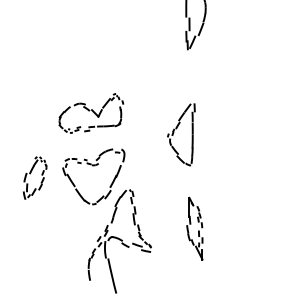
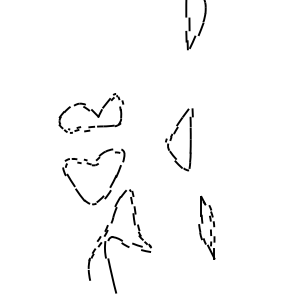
part at (176, 129) position: (176, 129) -> (174, 134)
part at (35, 177): present -> none
part at (194, 228) position: (194, 228) -> (206, 227)
